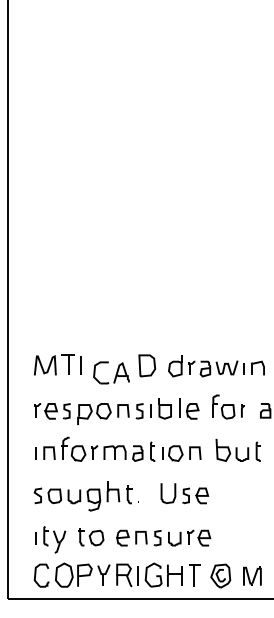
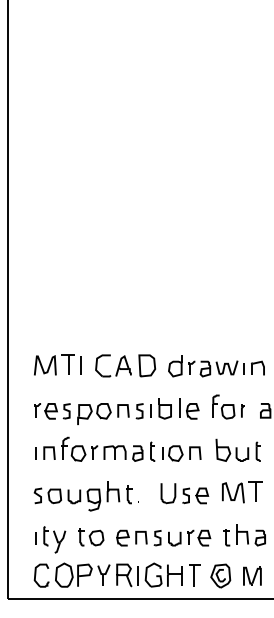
part at (111, 372) position: (111, 372) -> (113, 365)
part at (242, 492): none -> present
part at (244, 535): none -> present
